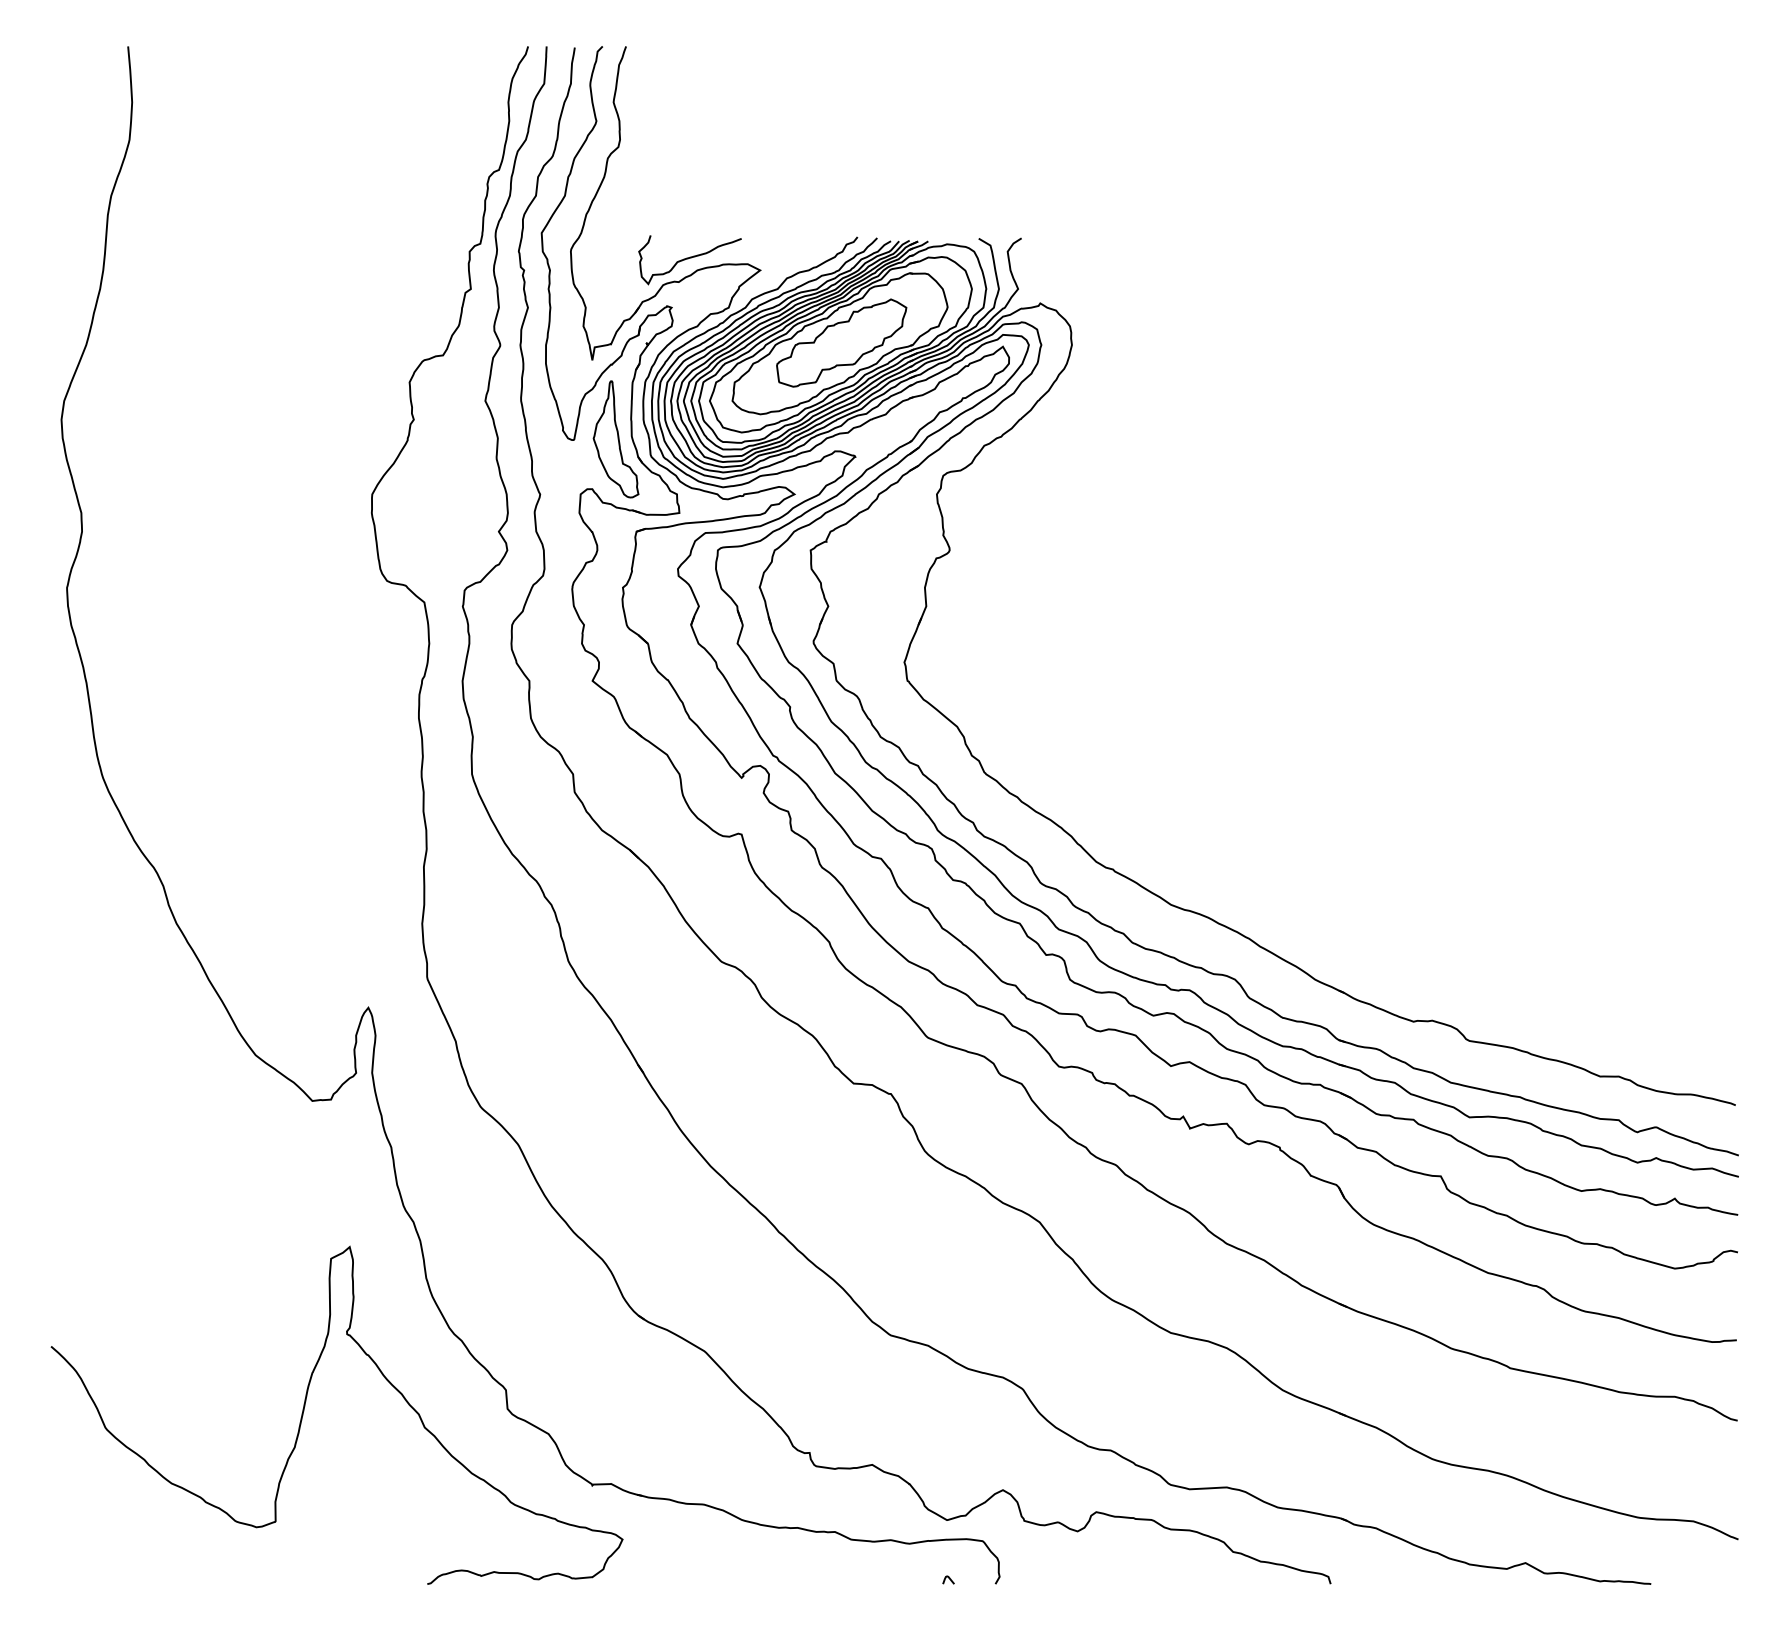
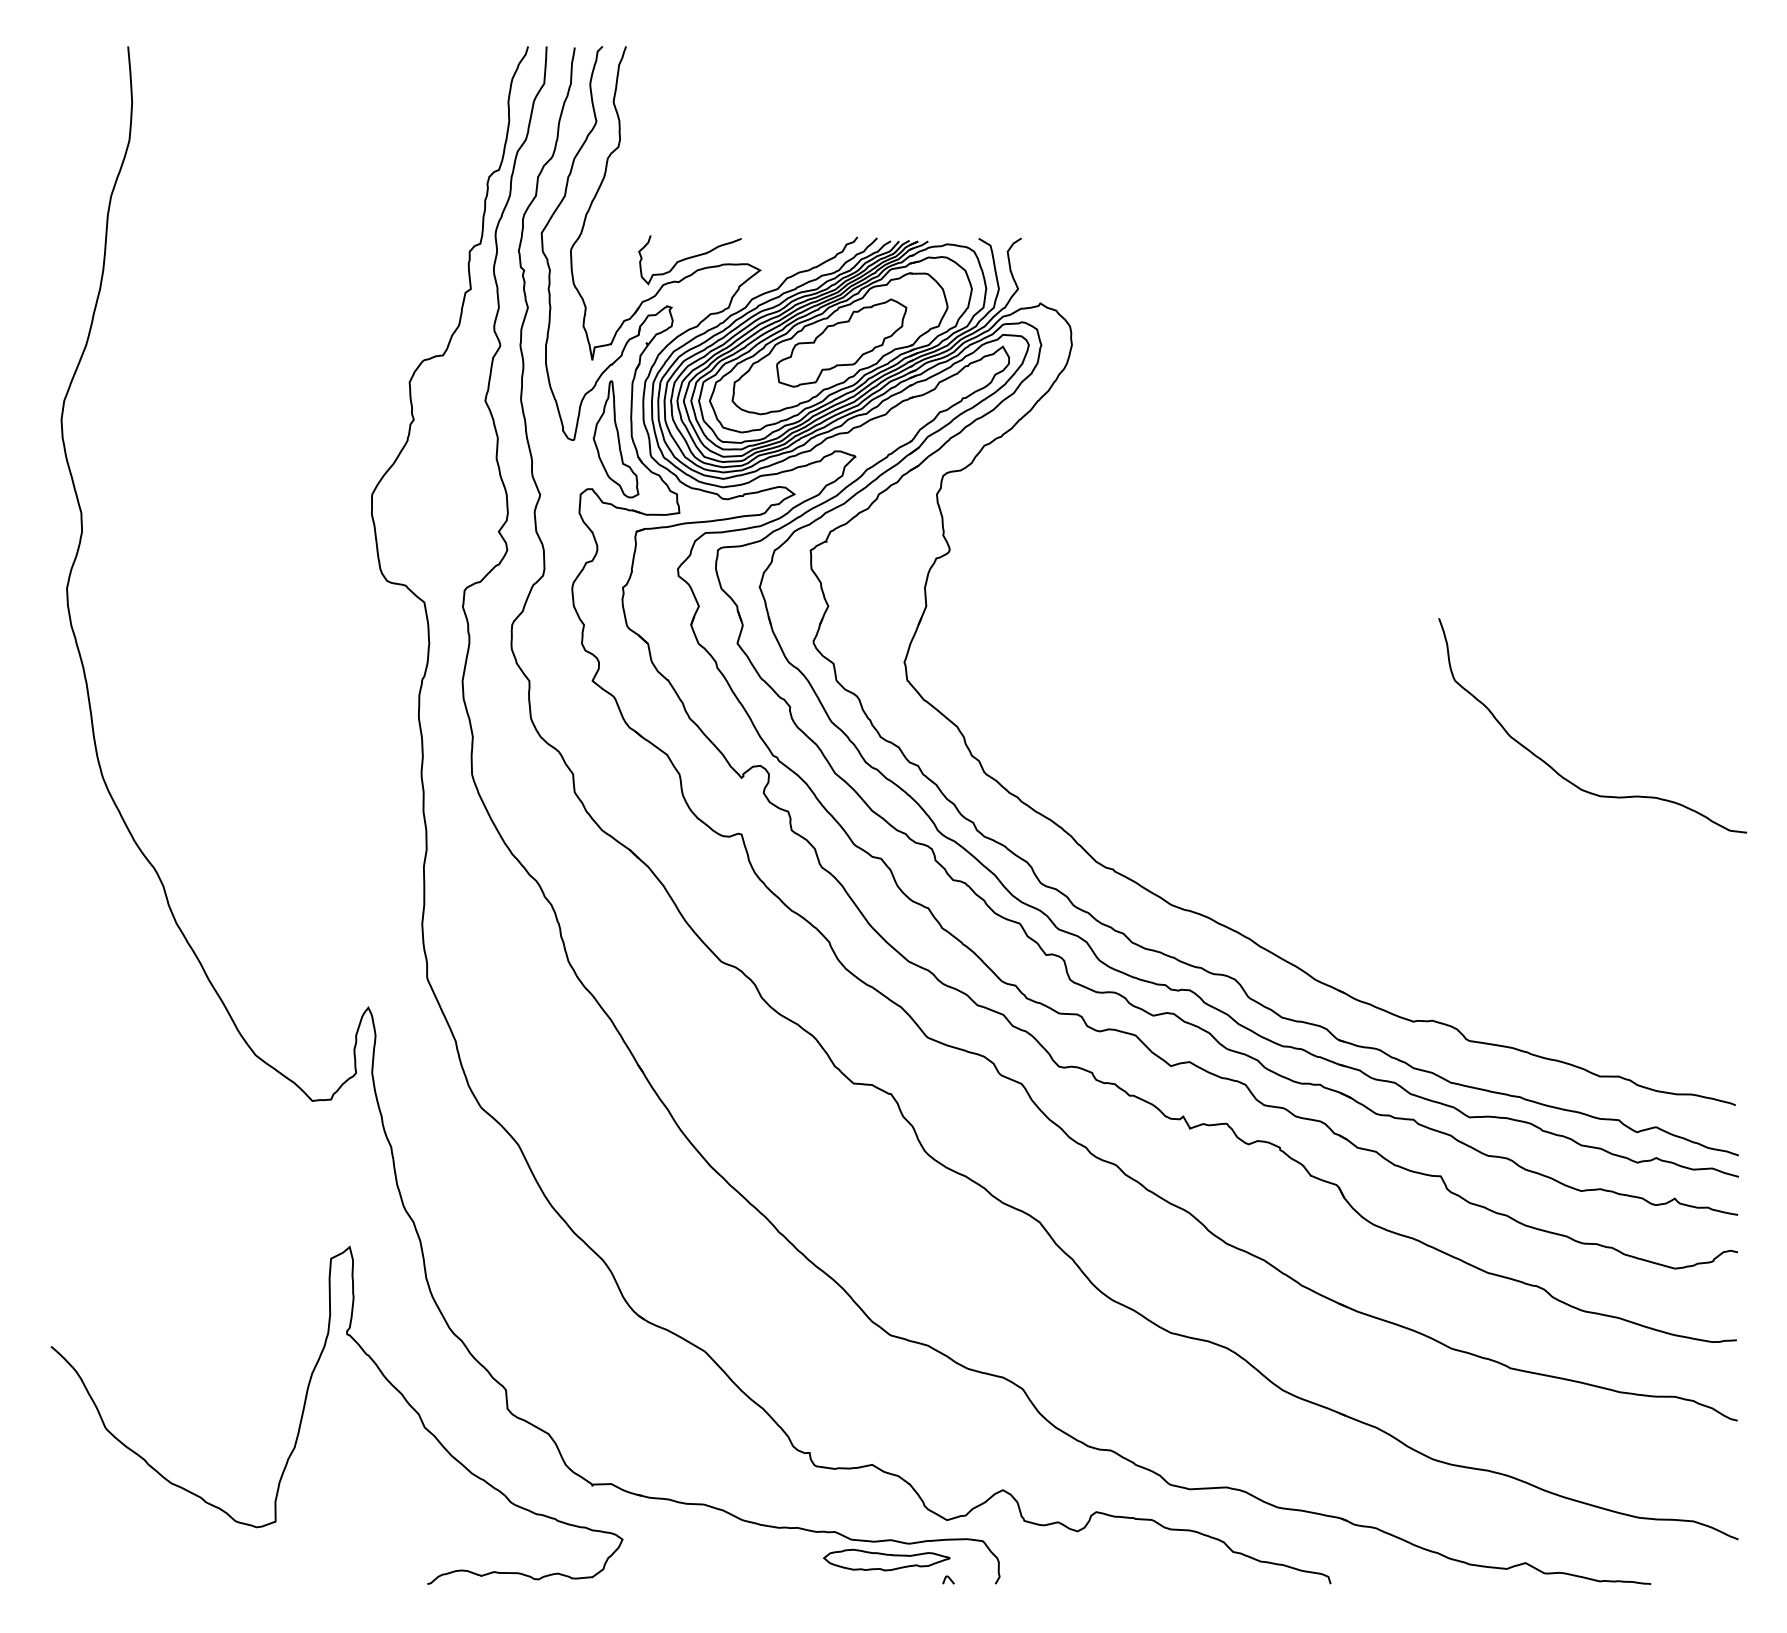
curve at (1557, 771): none -> present
part at (886, 1559): none -> present
